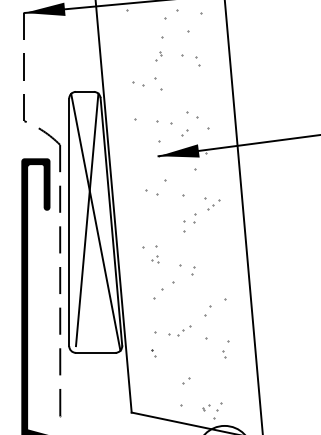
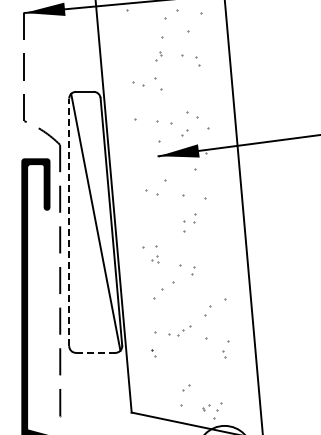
part at (213, 204): present -> none
line at (87, 219): present -> none
line at (69, 222): solid -> dashed
line at (95, 352): solid -> dashed
part at (186, 380) position: (186, 380) -> (186, 387)
